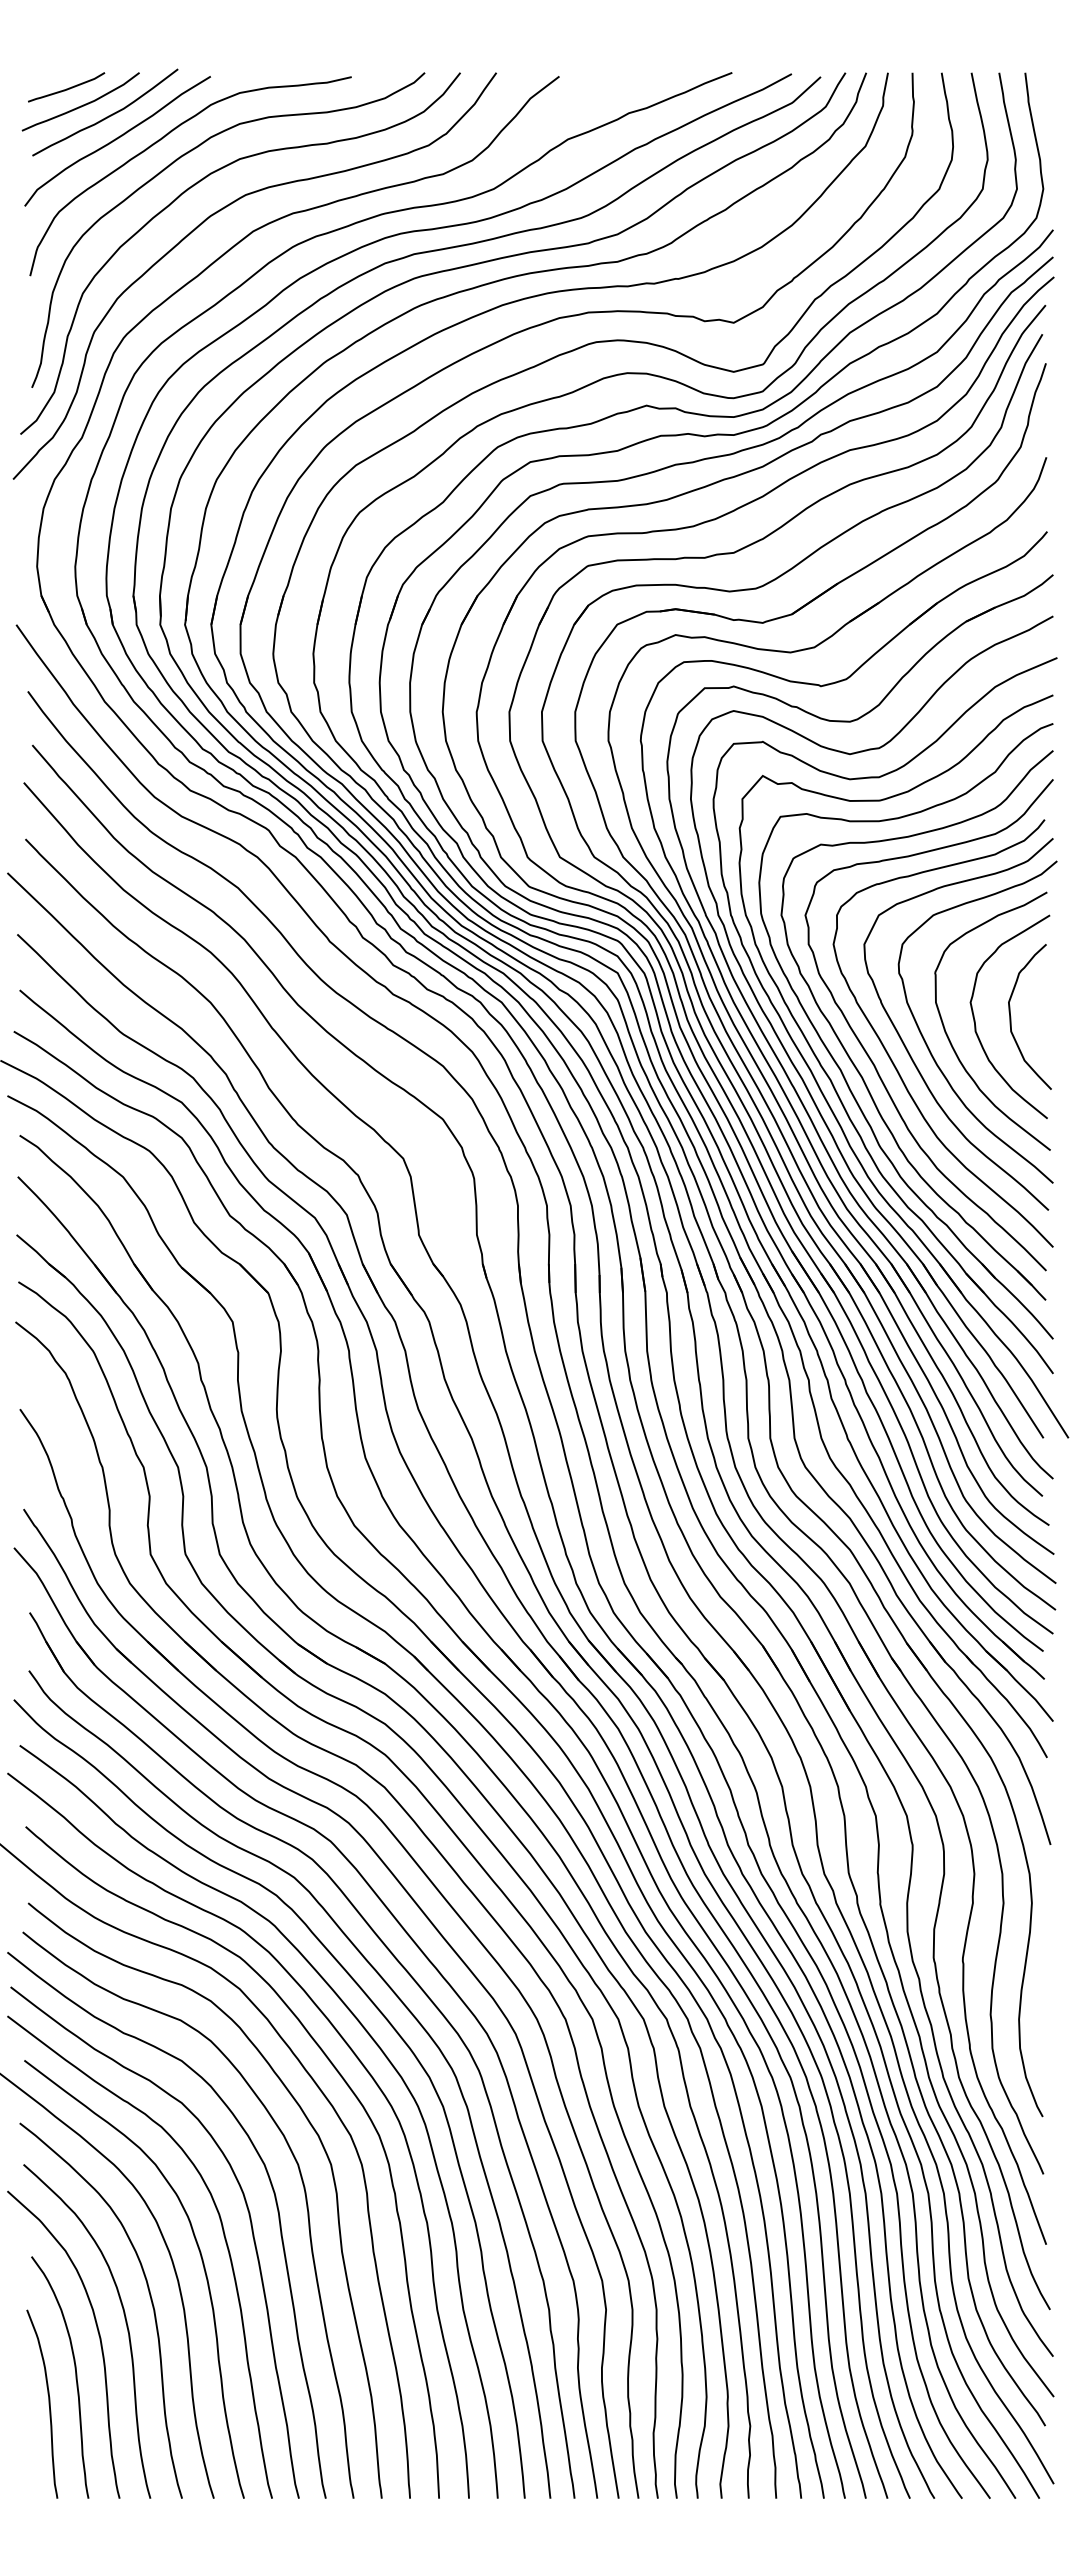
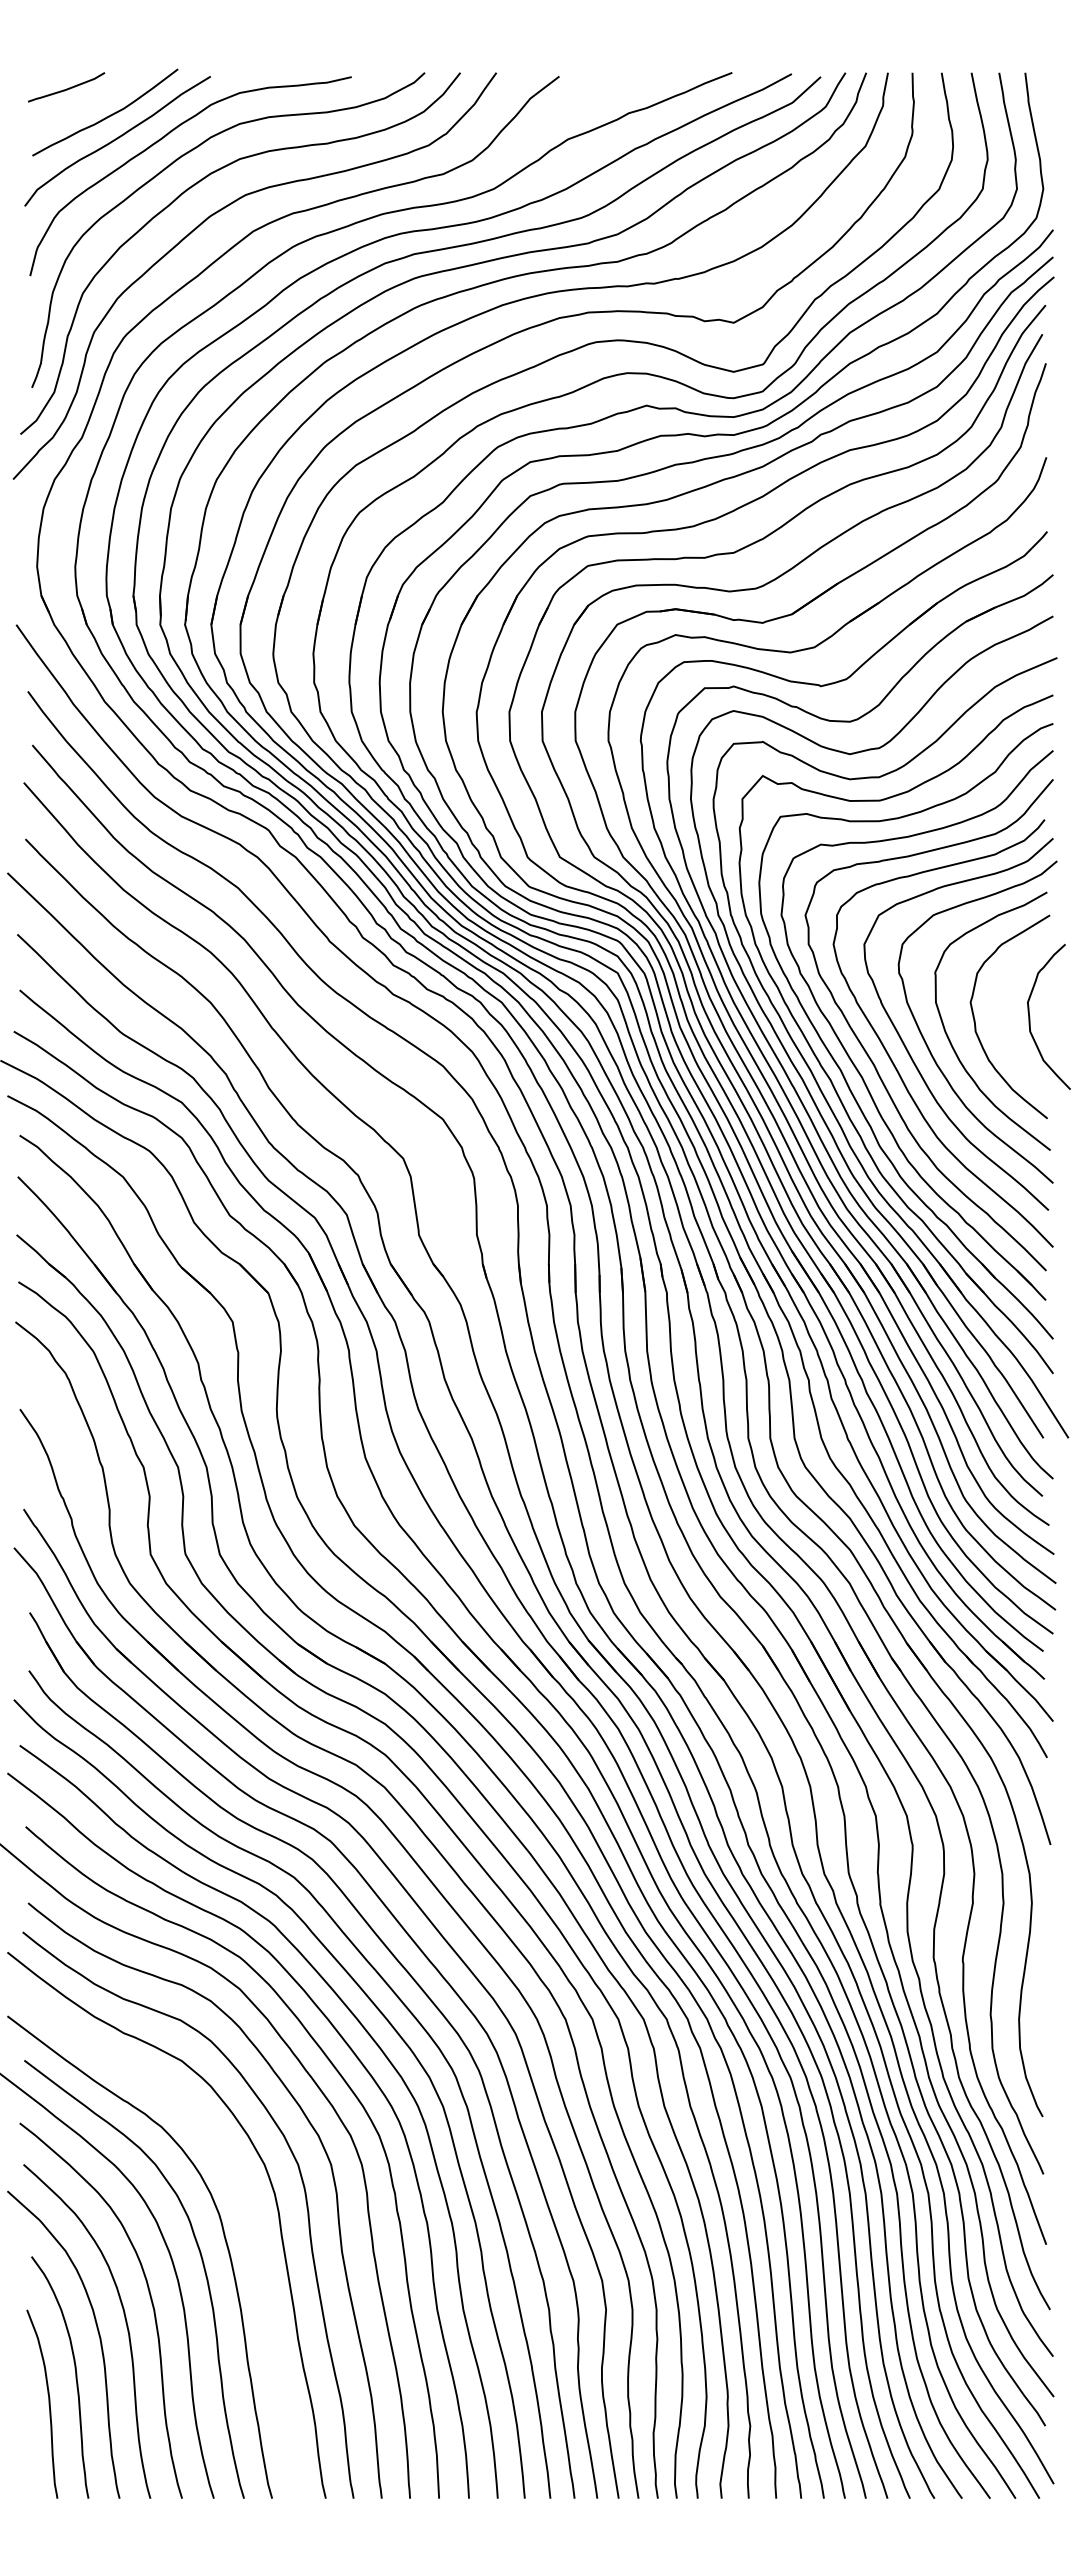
curve at (80, 105): present -> none
curve at (1011, 1016) position: (1011, 1016) -> (1030, 1016)
curve at (250, 2225): present -> none
